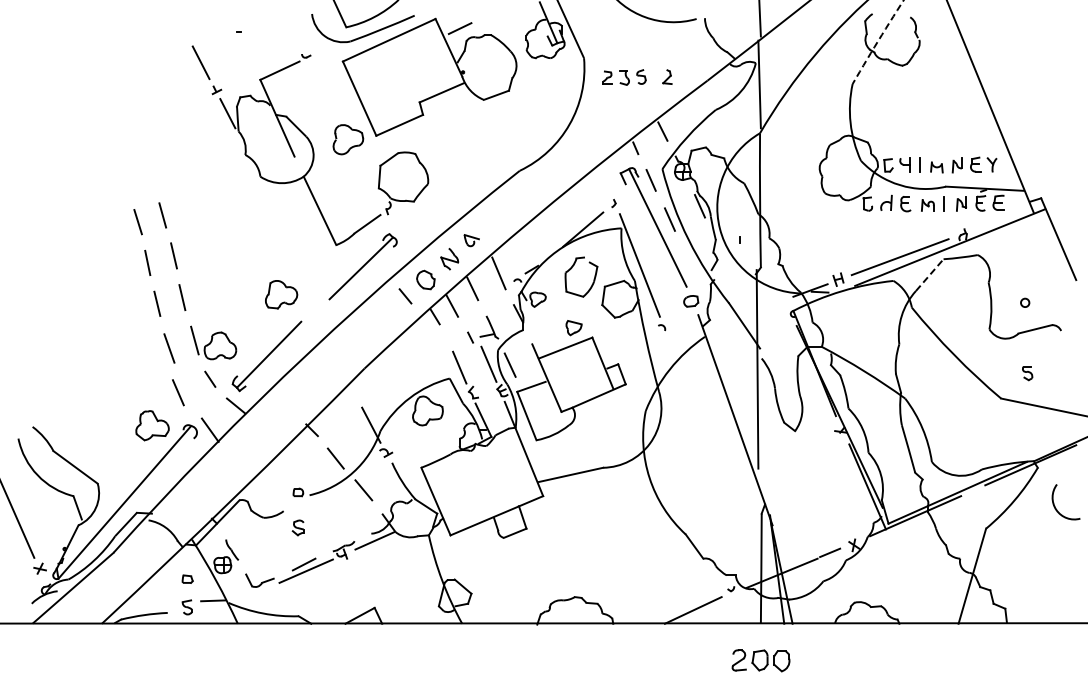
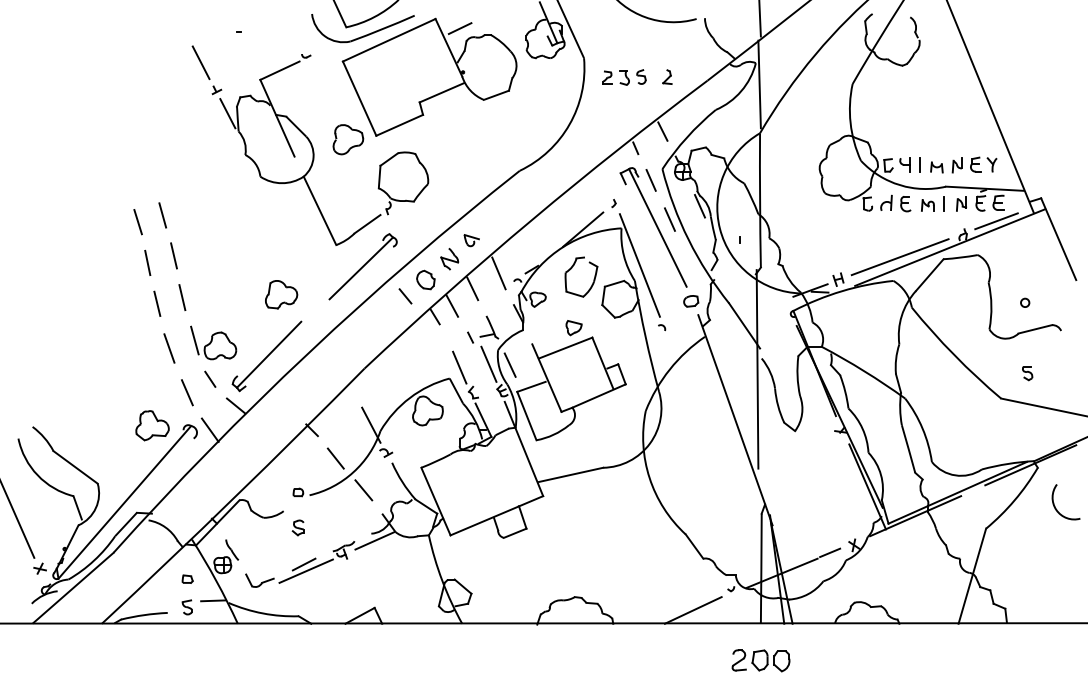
arc at (877, 41): dashed -> solid
line at (996, 221): none -> present
line at (929, 275): dashed -> solid
line at (178, 392) position: (178, 392) -> (187, 392)
